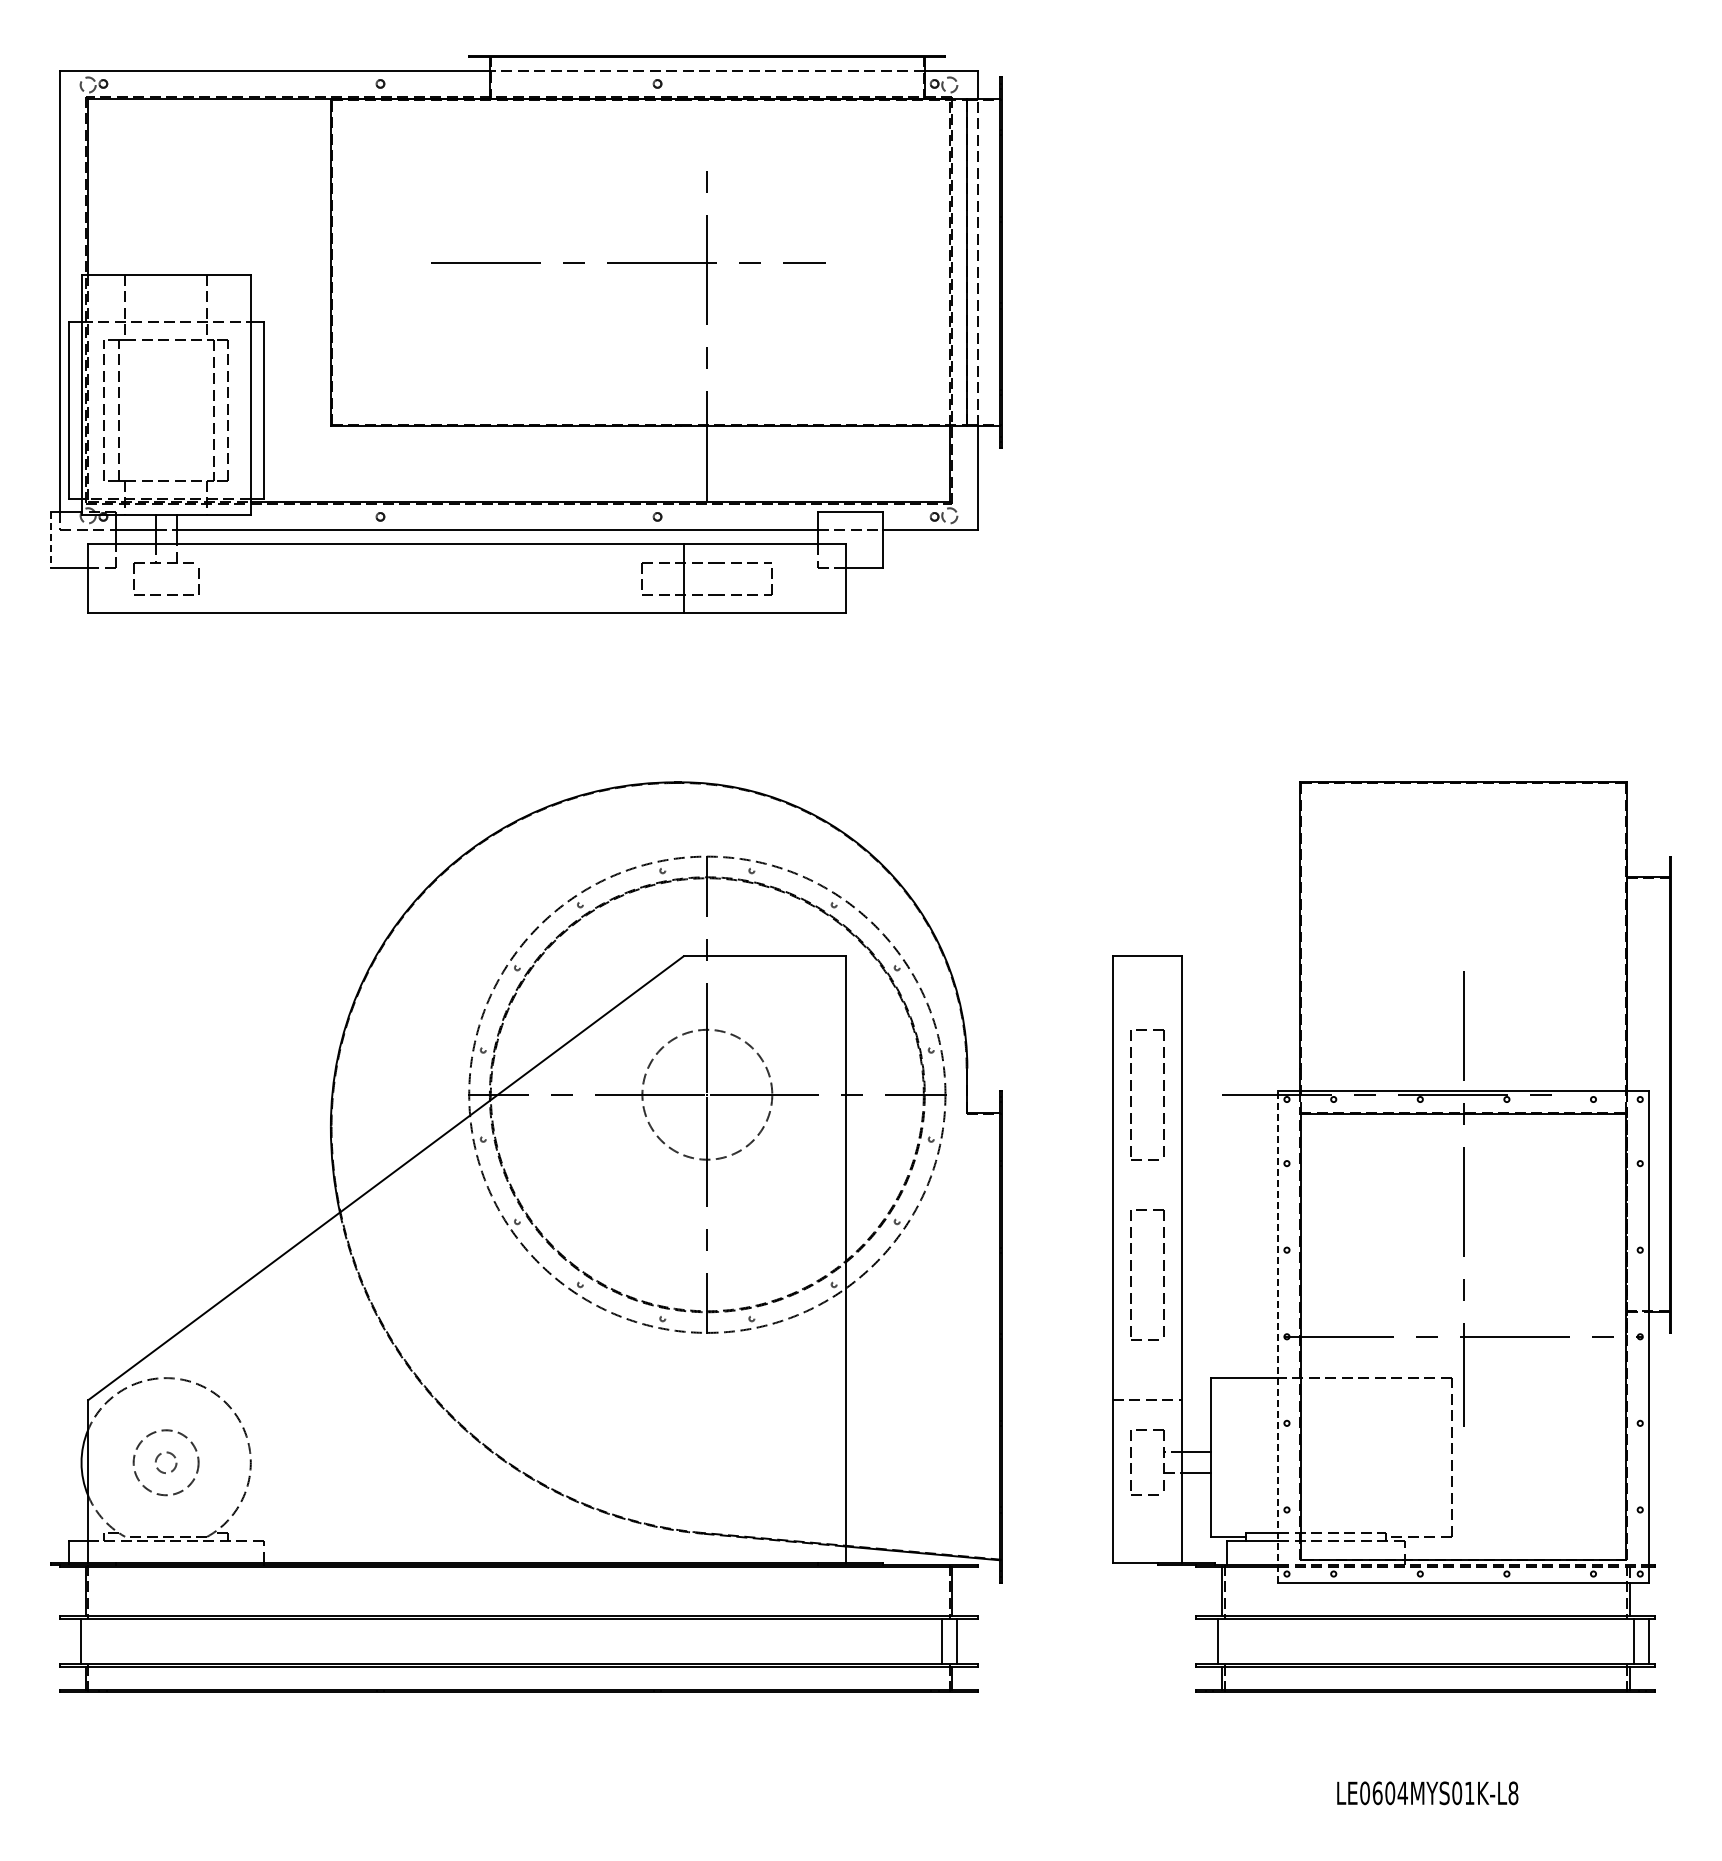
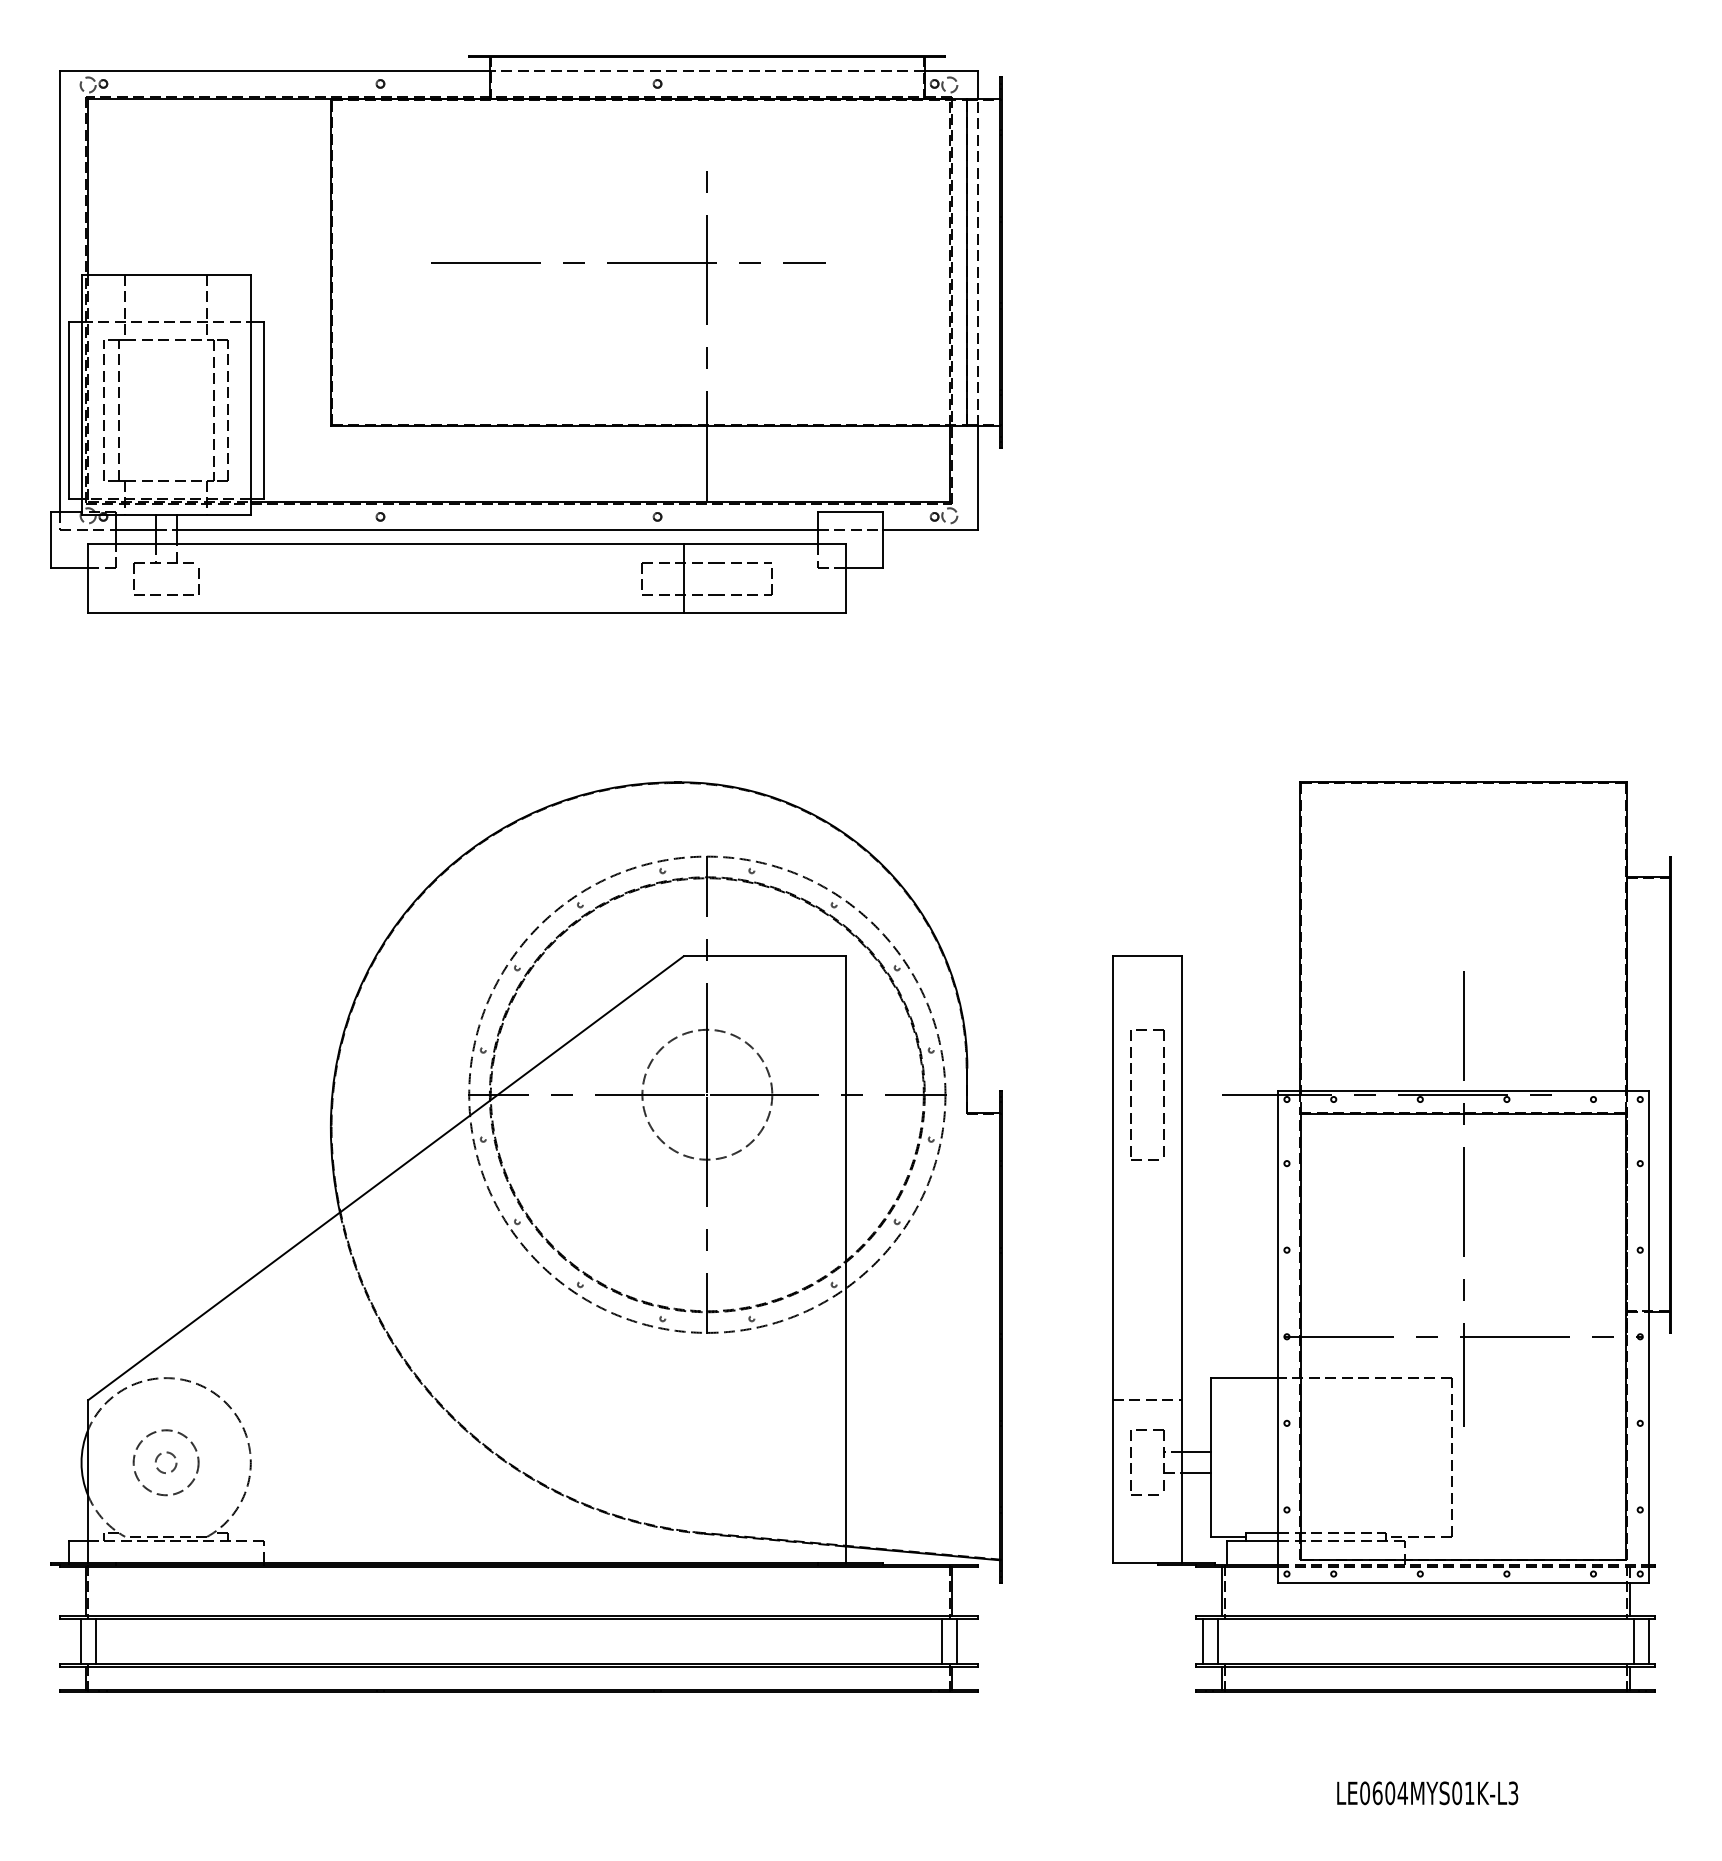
line at (51, 540): dashed -> solid
part at (1131, 1276): present -> none
line at (1278, 1336): dashed -> solid
line at (95, 1641): none -> present
line at (1202, 1641): none -> present
text at (1513, 1793): LE0604MYS01K-L8 -> LE0604MYS01K-L3
